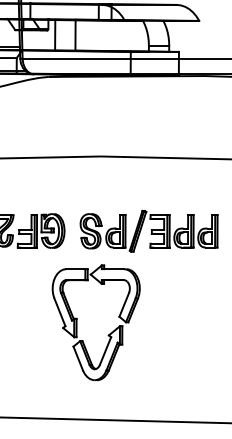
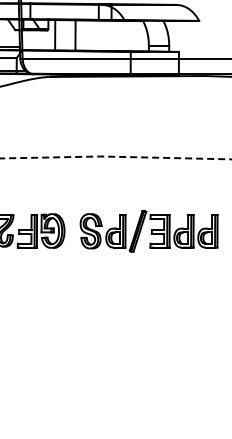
line at (114, 156): solid -> dashed
part at (108, 334): present -> none
line at (115, 420): present -> none
